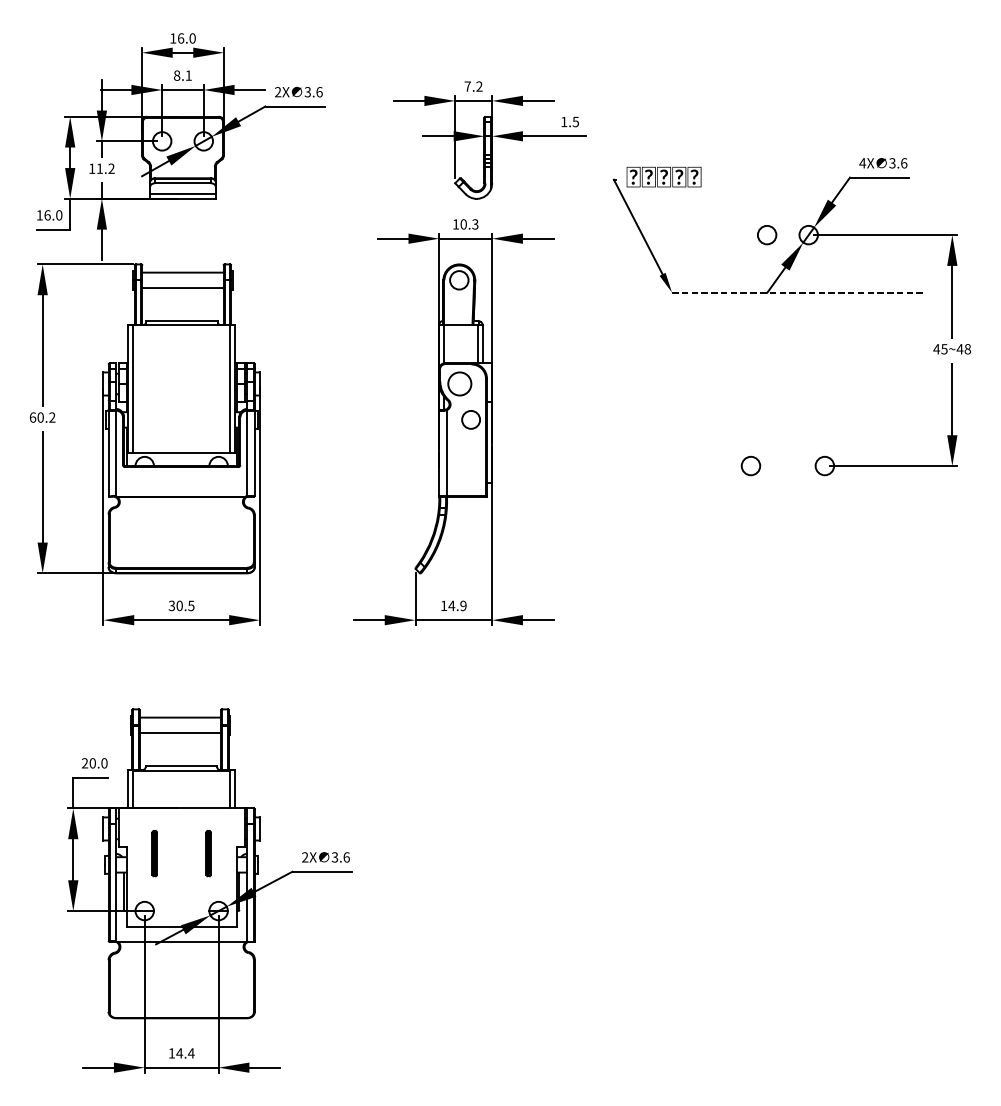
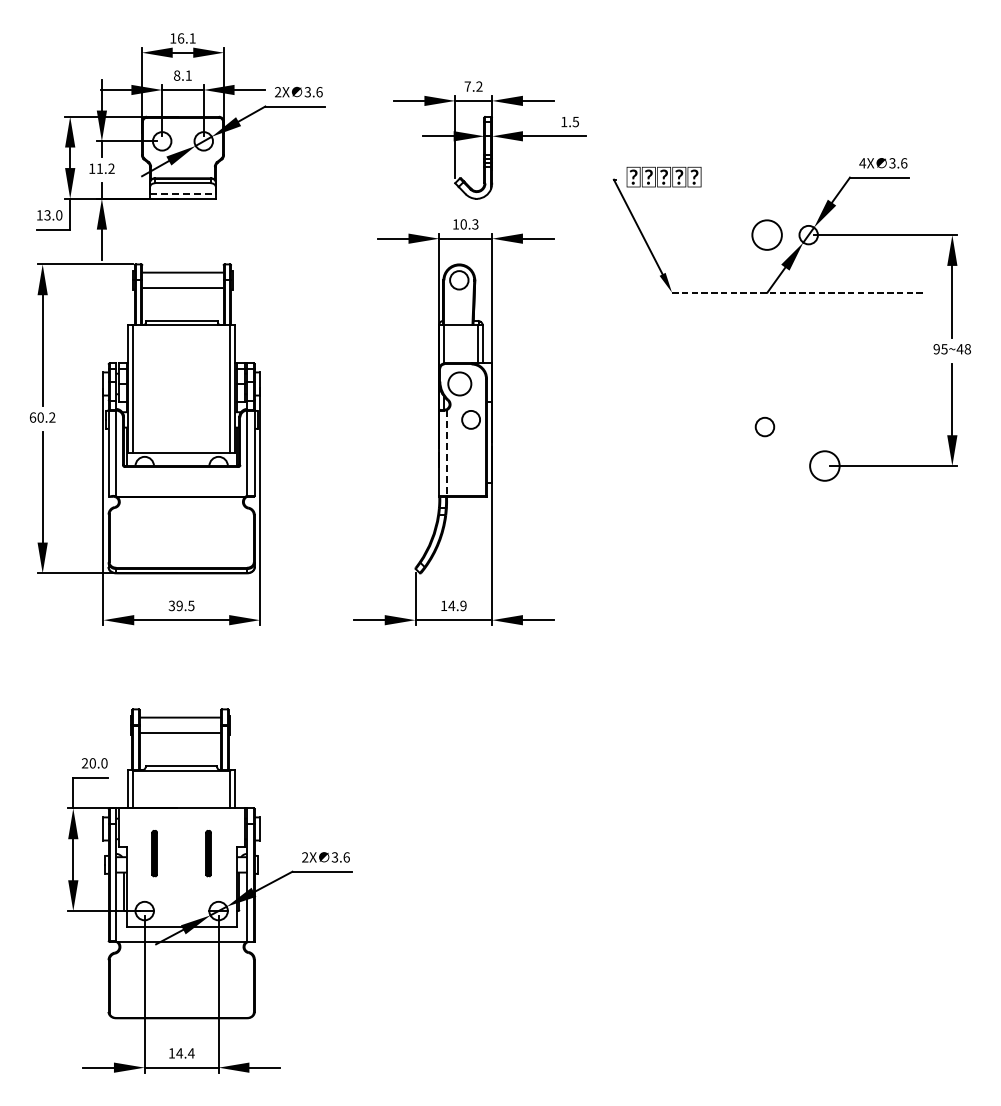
text at (192, 38): 16.0 -> 16.1
line at (182, 194): solid -> dashed
text at (47, 215): 16.0 -> 13.0
circle at (766, 234) diameter: 18 px -> 30 px
text at (936, 349): 45~48 -> 95~48
line at (447, 453): solid -> dashed
circle at (750, 465) position: (750, 465) -> (764, 426)
circle at (824, 465) diameter: 18 px -> 30 px
text at (179, 605): 30.5 -> 39.5
